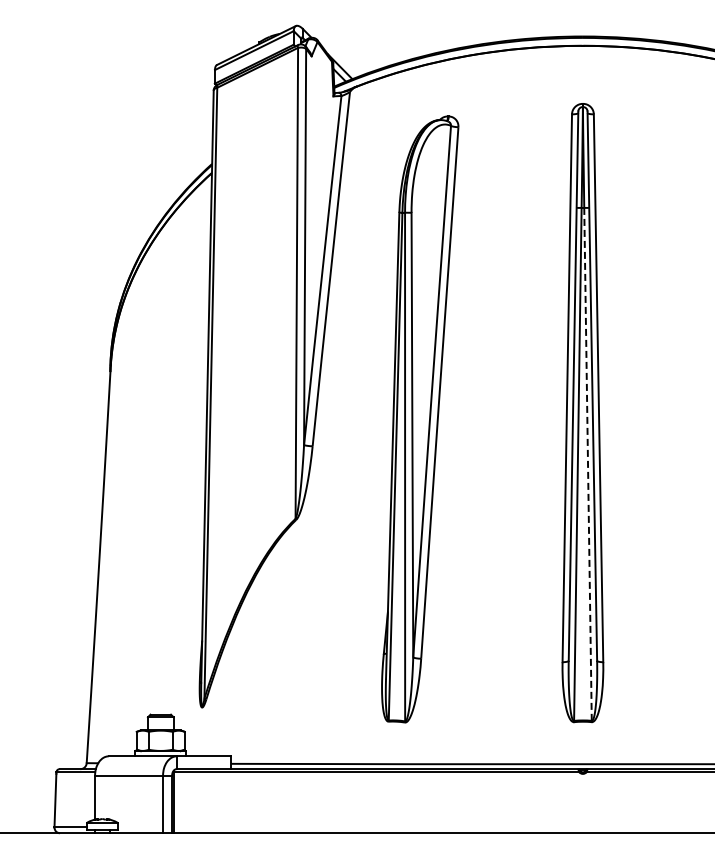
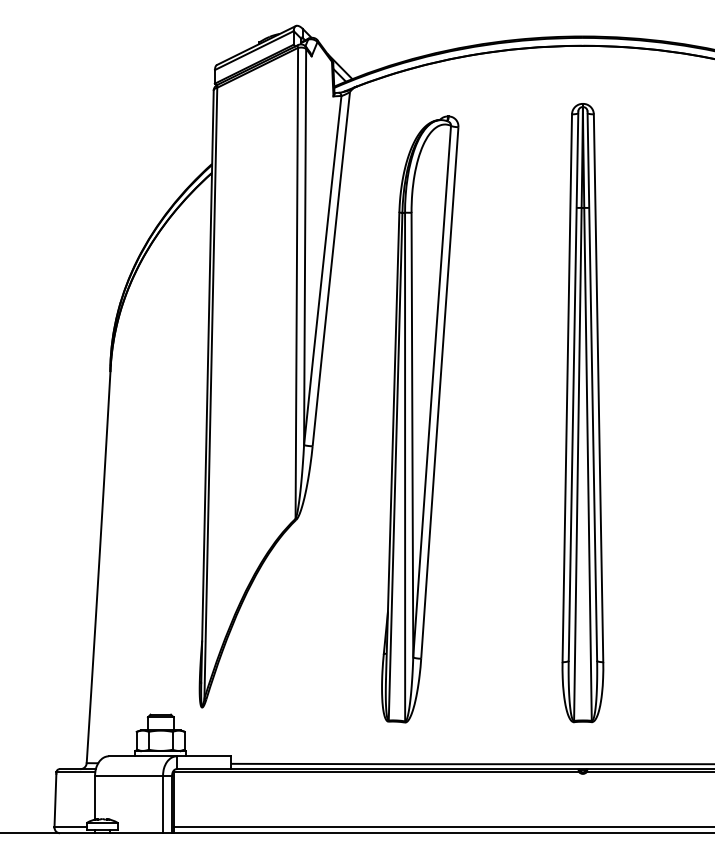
line at (588, 464): dashed -> solid
line at (442, 827): none -> present
